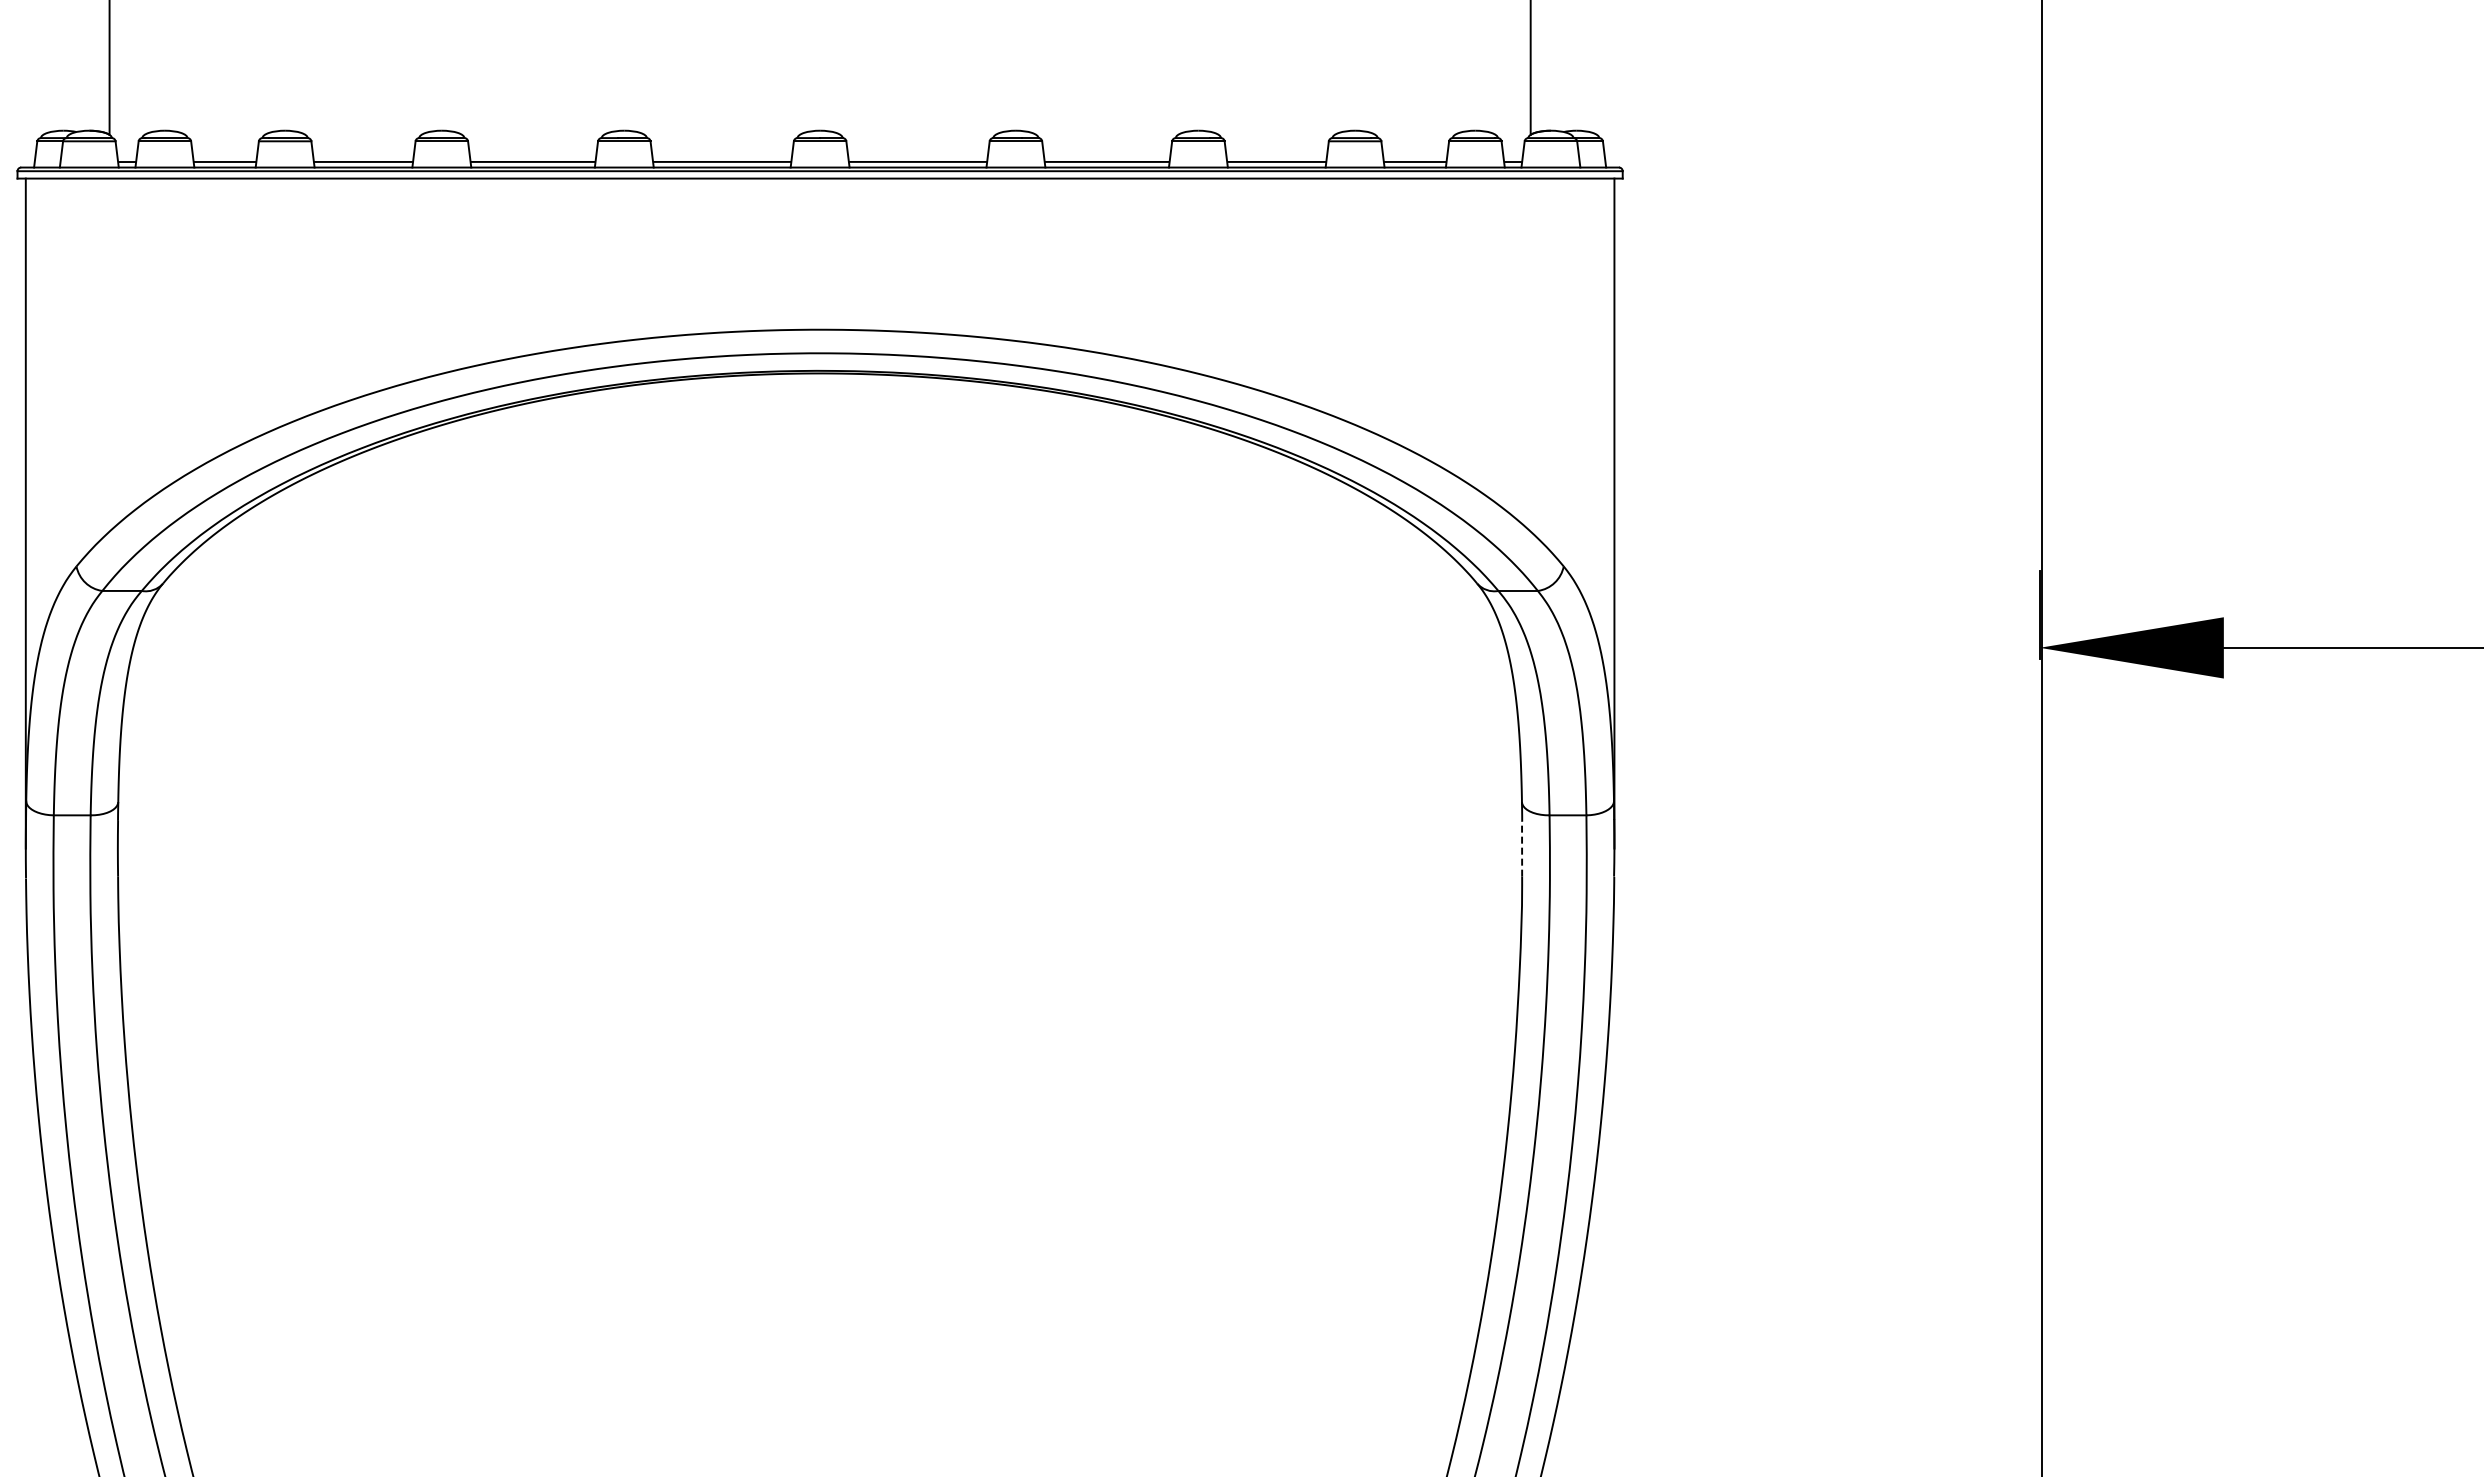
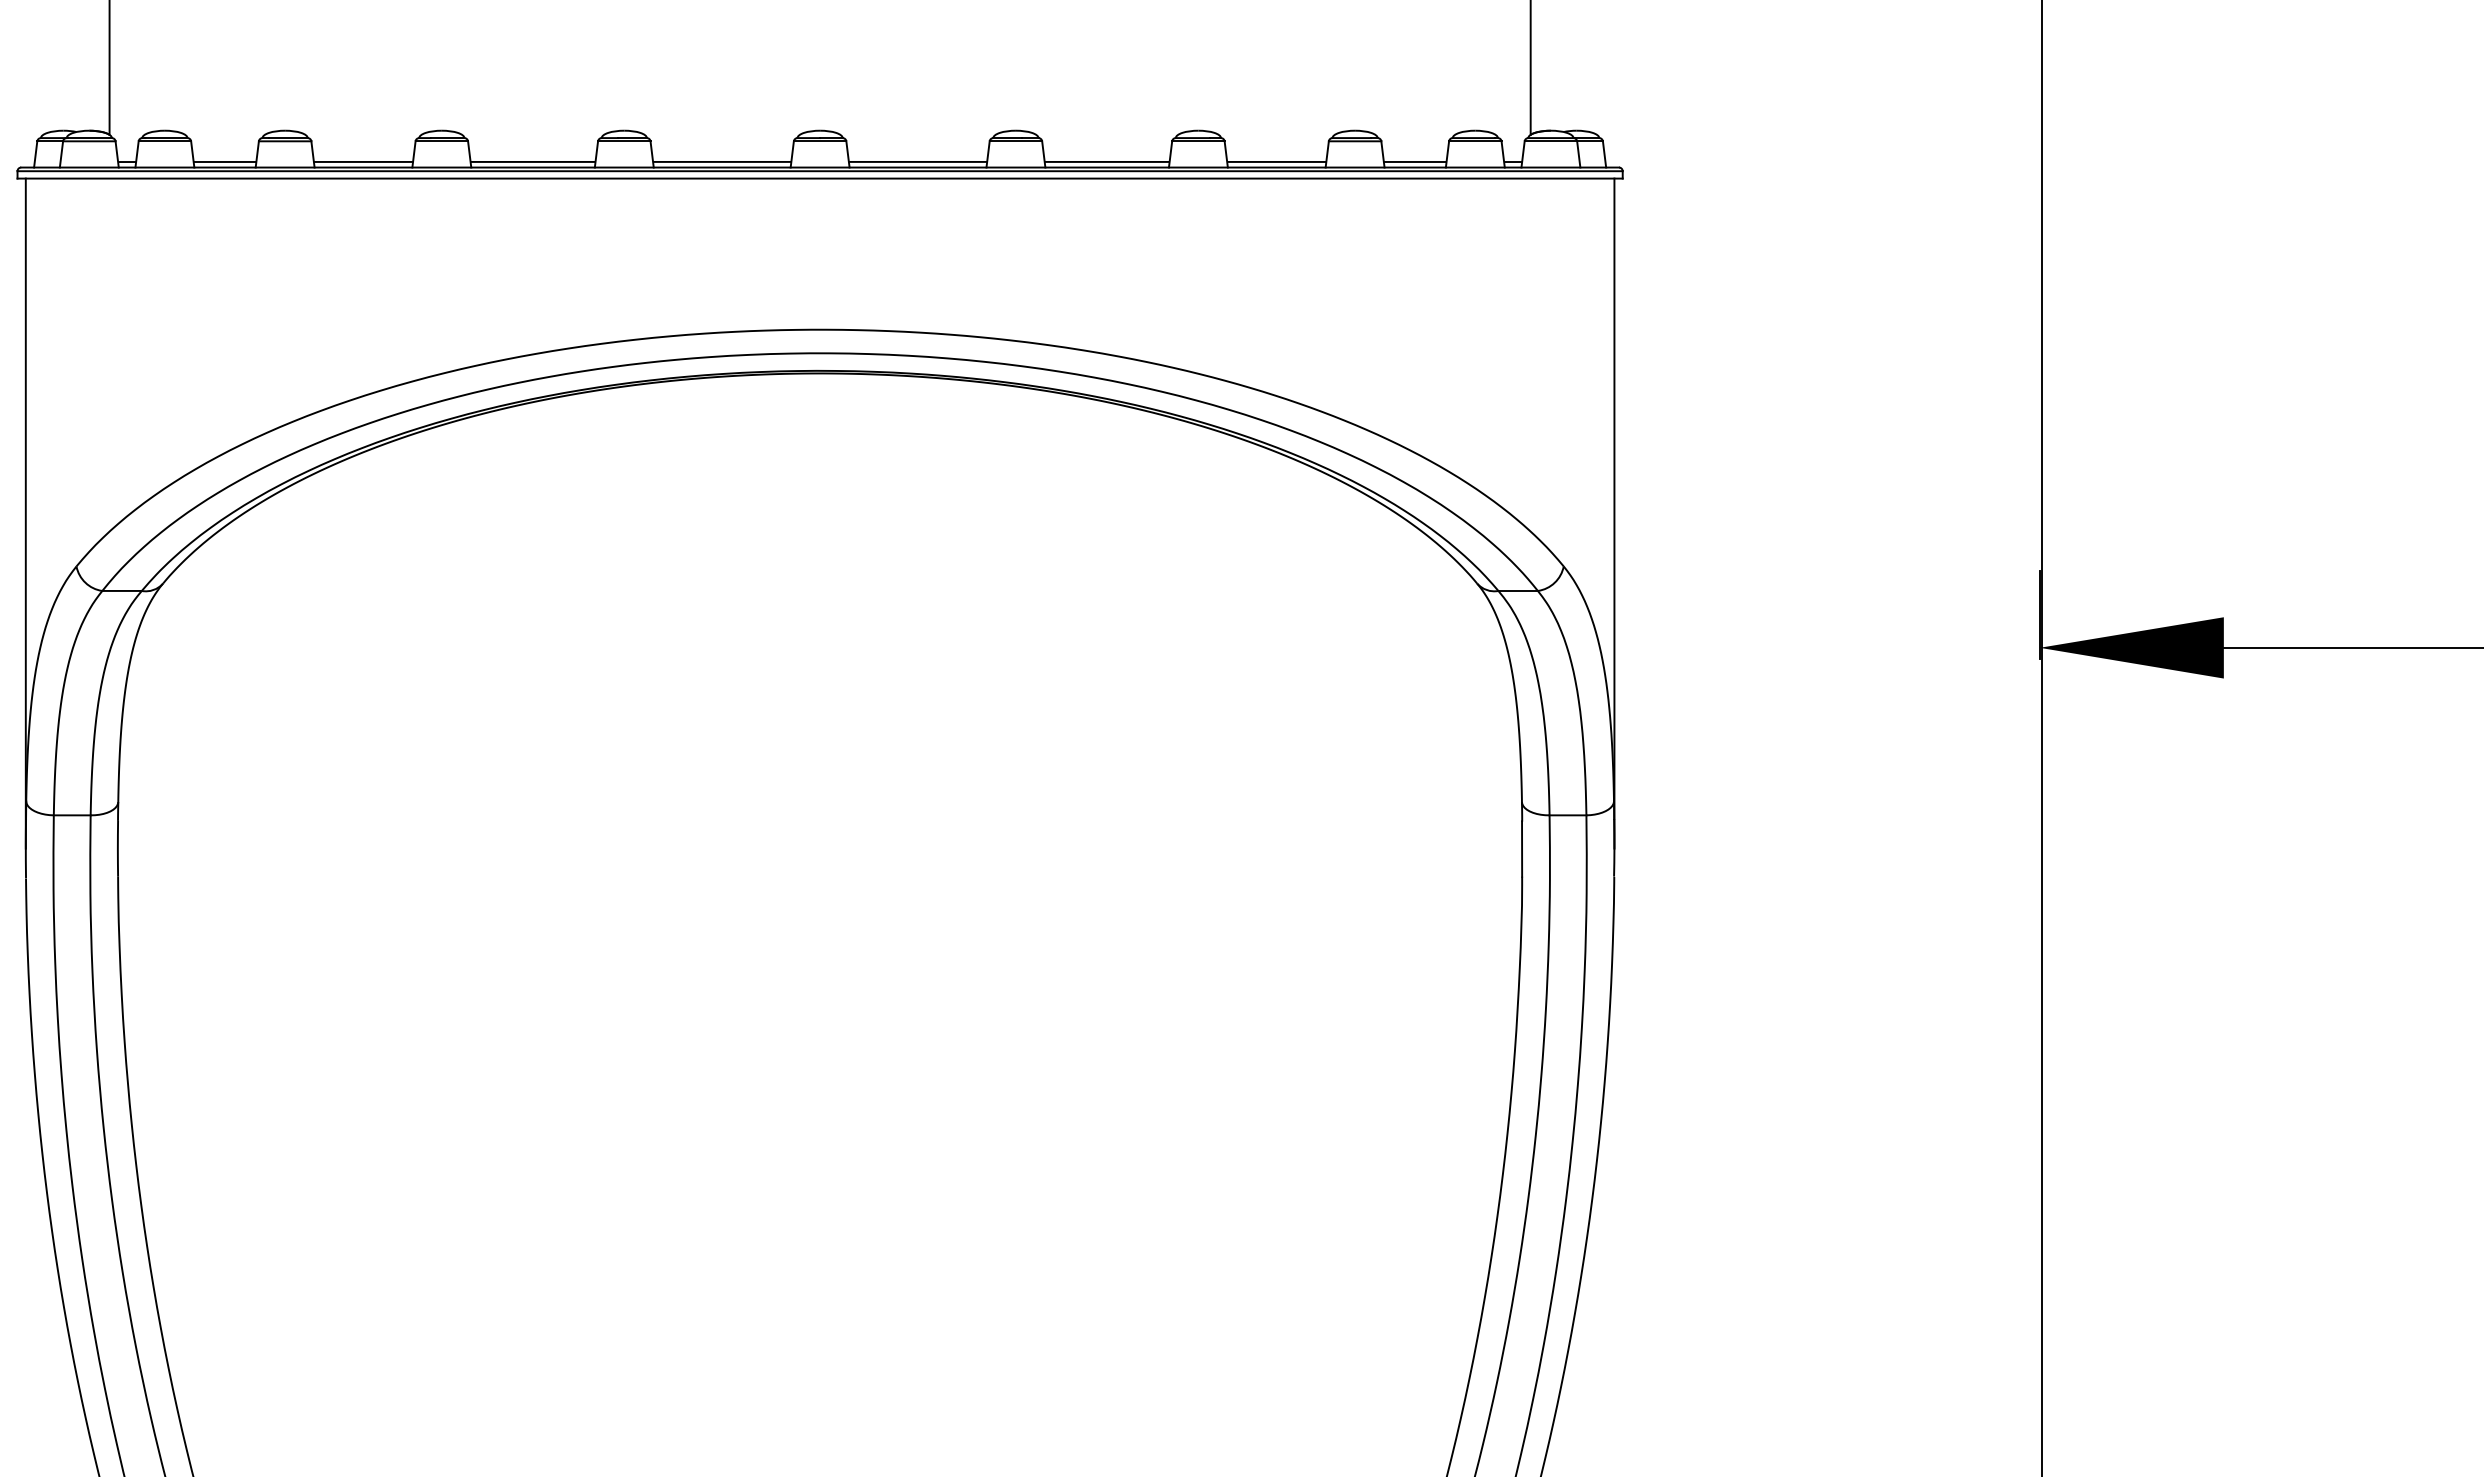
line at (1522, 849): dashed -> solid
